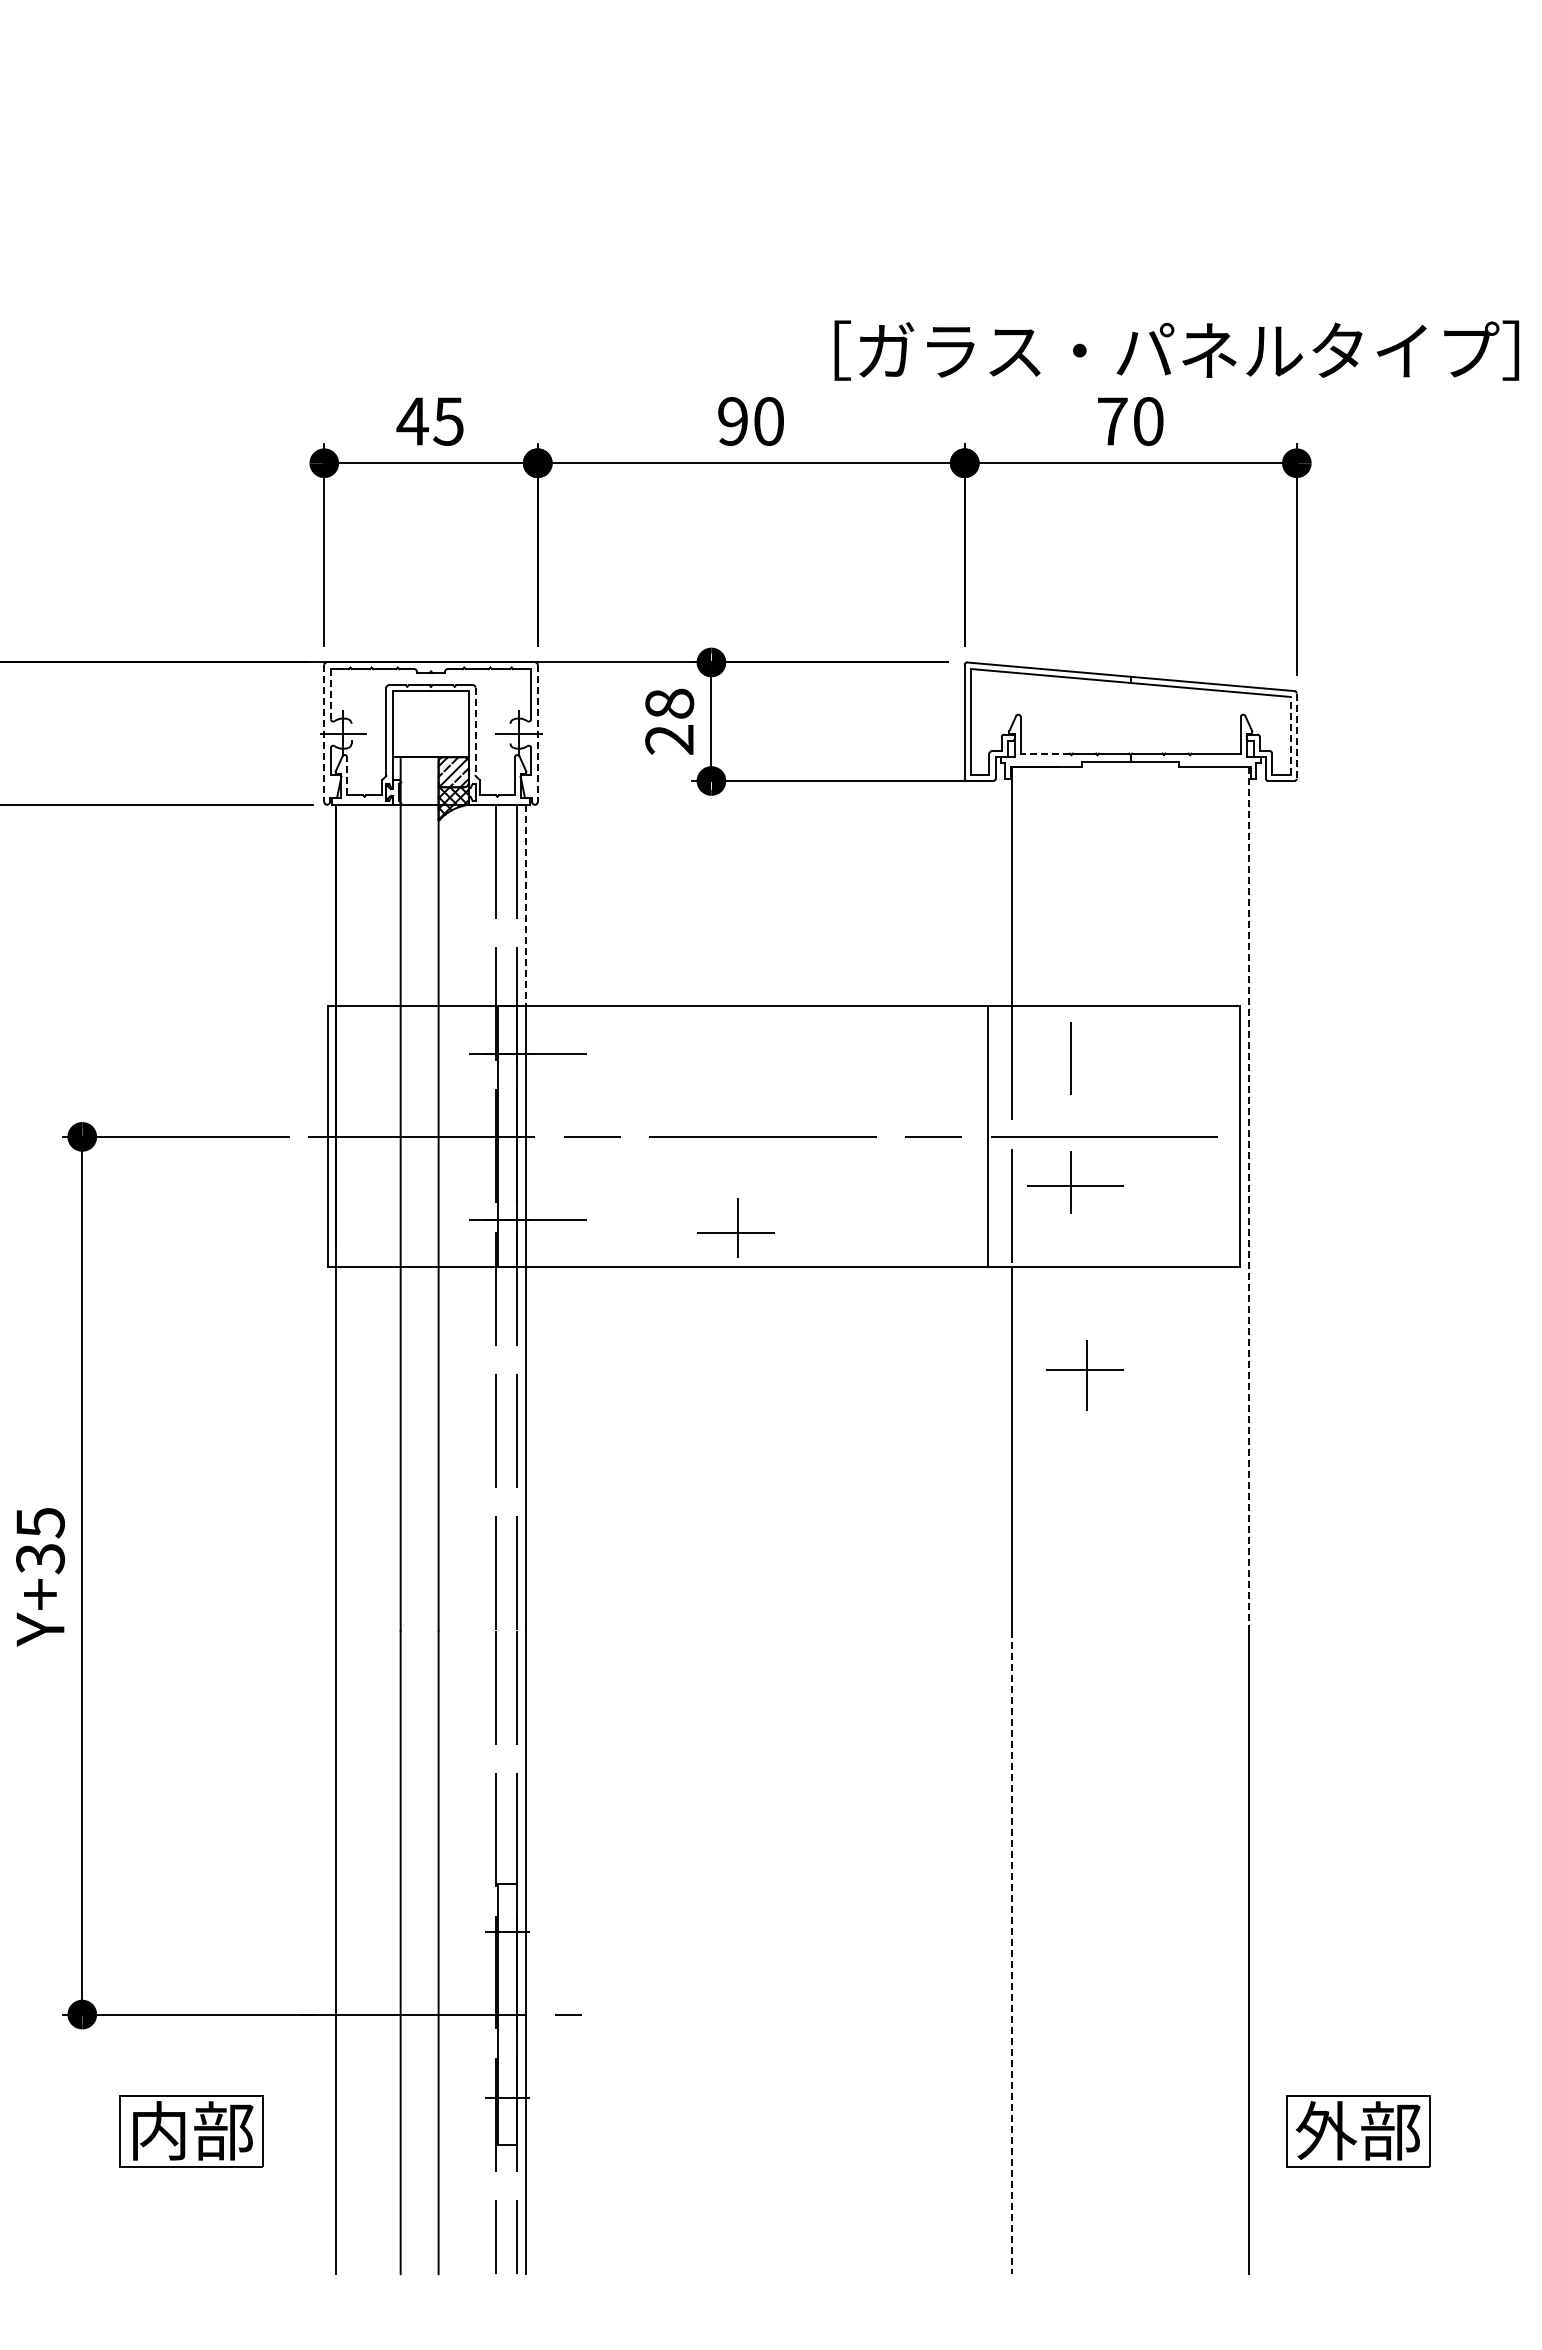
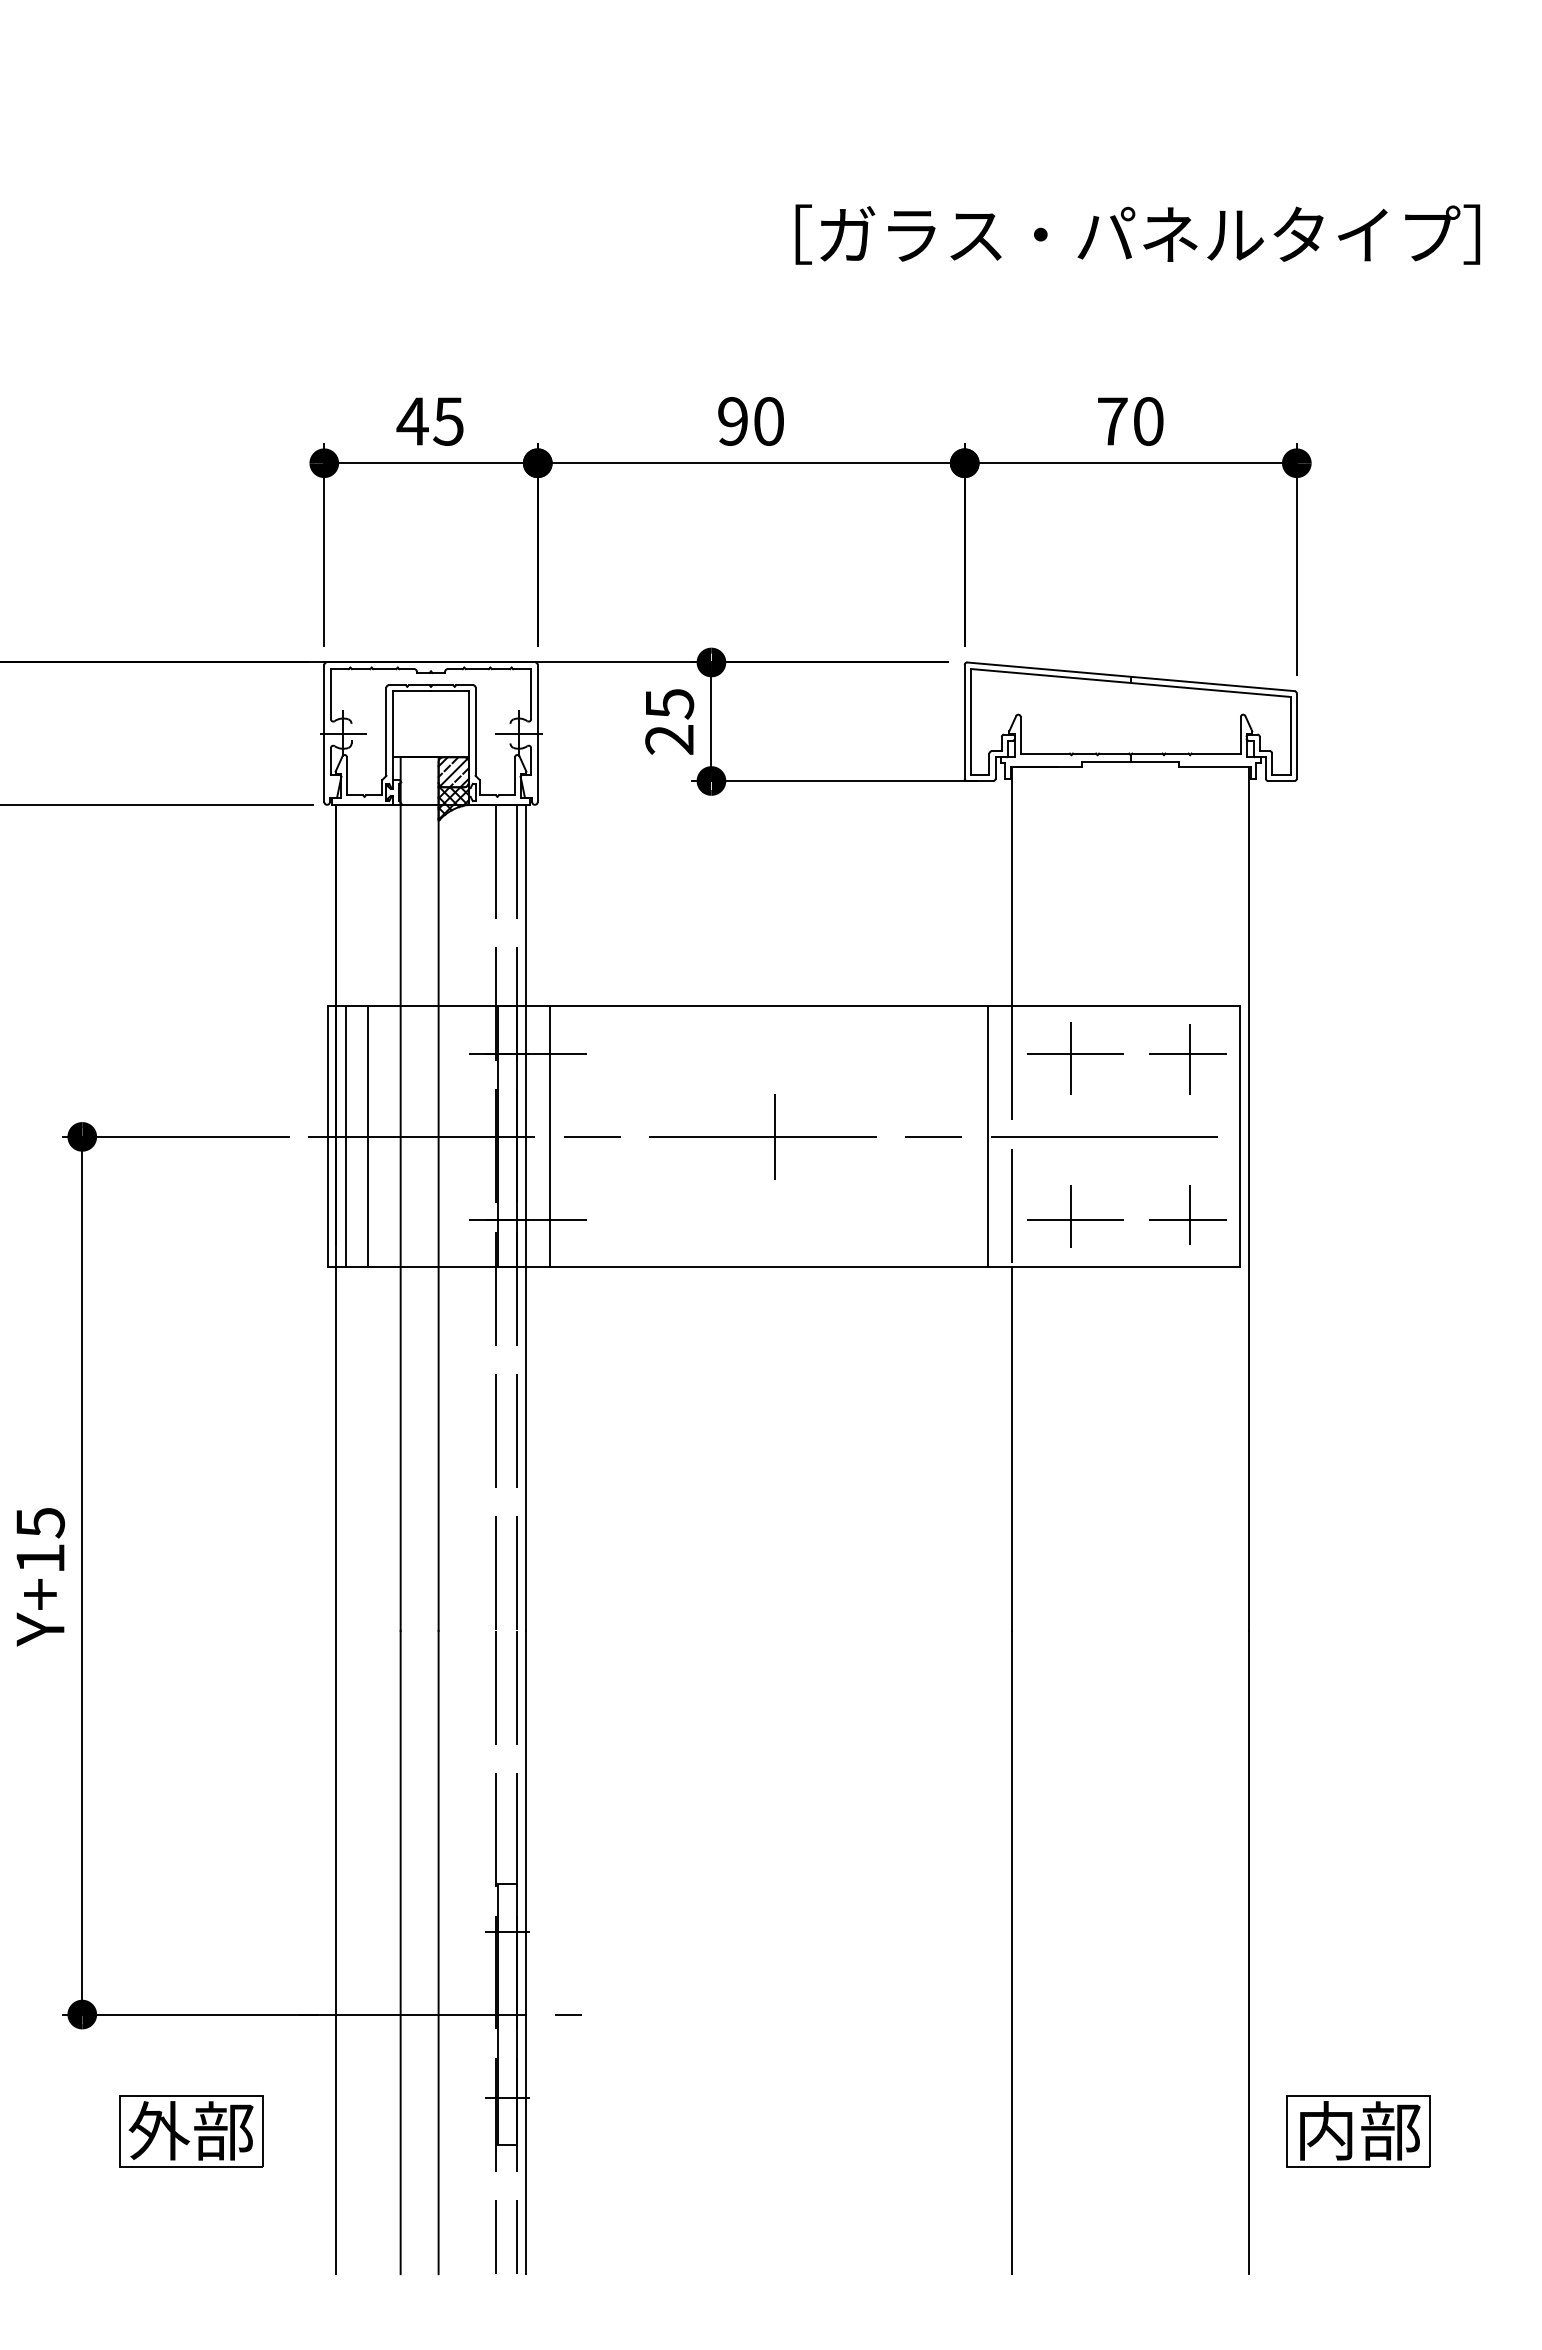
text at (1176, 350) position: (1176, 350) -> (1137, 234)
line at (330, 694): dashed -> solid
text at (669, 703): 28 -> 25
line at (475, 732): dashed -> solid
line at (324, 733): dashed -> solid
line at (537, 733): dashed -> solid
line at (1290, 735): dashed -> solid
line at (1296, 736): dashed -> solid
line at (1045, 753): dashed -> solid
line at (347, 776): dashed -> solid
line at (525, 905): dashed -> solid
line at (1074, 1053): none -> present
line at (345, 1136): none -> present
line at (367, 1136): none -> present
line at (549, 1136): none -> present
line at (774, 1136): none -> present
part at (1075, 1182) position: (1075, 1182) -> (1075, 1216)
line at (1249, 1199): dashed -> solid
part at (735, 1227) position: (735, 1227) -> (1187, 1214)
part at (1084, 1375) position: (1084, 1375) -> (1187, 1059)
text at (40, 1559): Y+35 -> Y+15
line at (1012, 1952): dashed -> solid
text at (159, 2130): 内部 -> 外部
text at (1326, 2130): 外部 -> 内部
